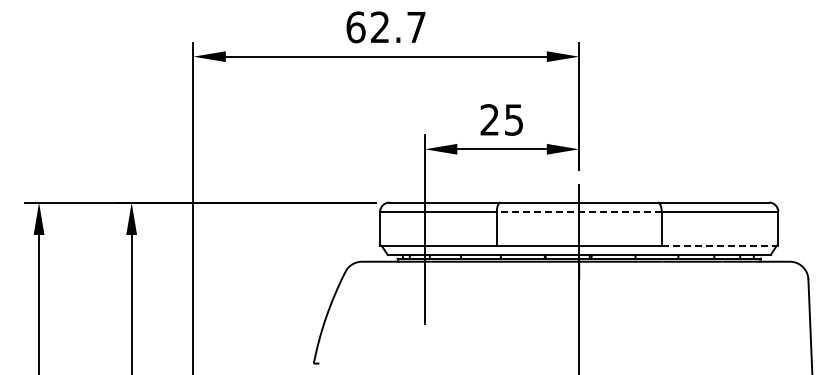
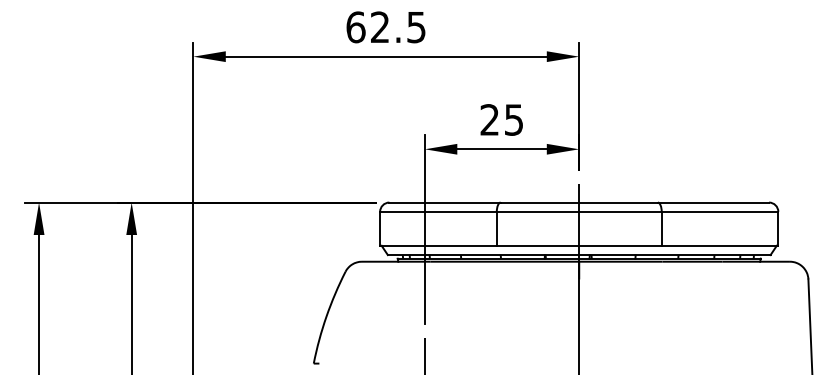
text at (416, 27): 62.7 -> 62.5
line at (578, 211): dashed -> solid
line at (720, 245): dashed -> solid
line at (424, 354): none -> present
